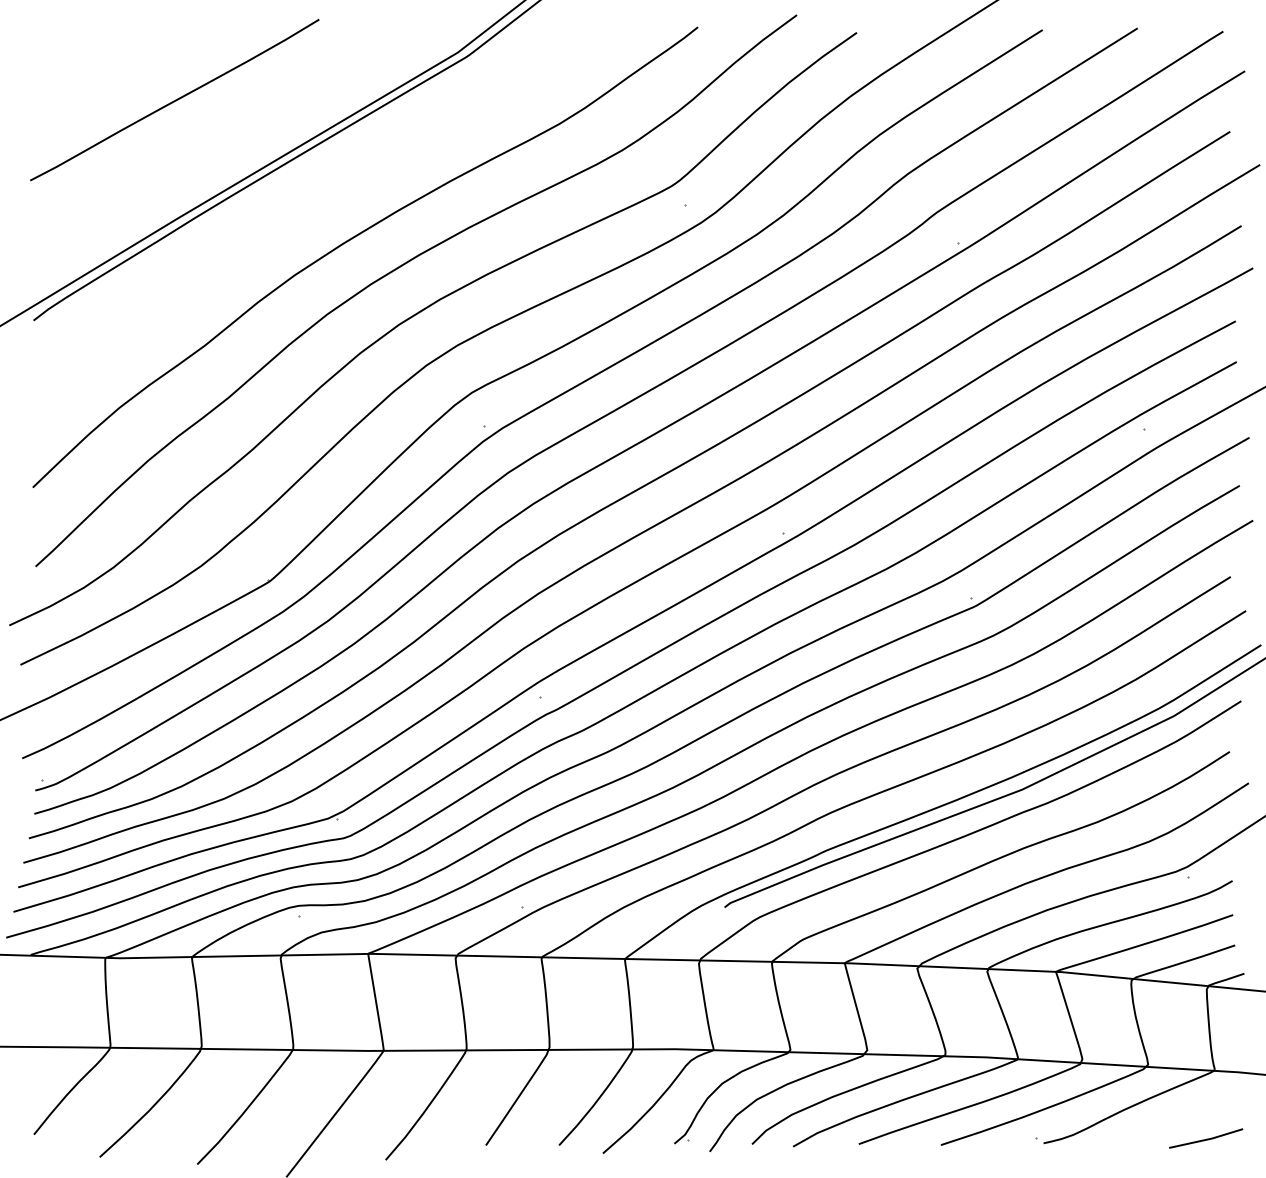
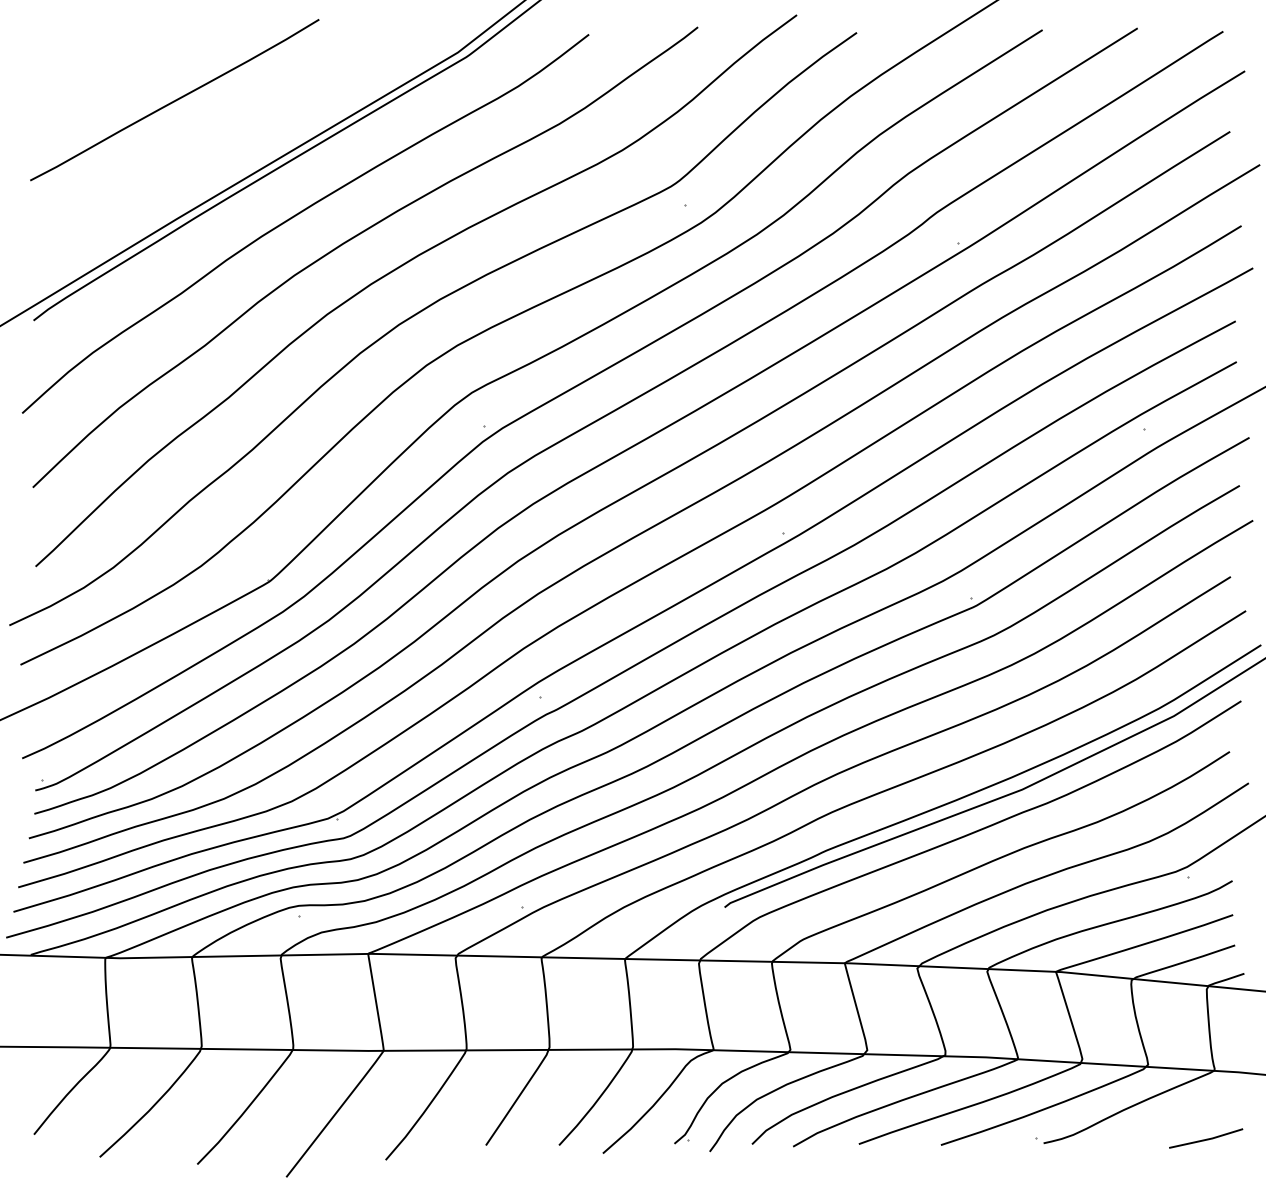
curve at (299, 214): none -> present
